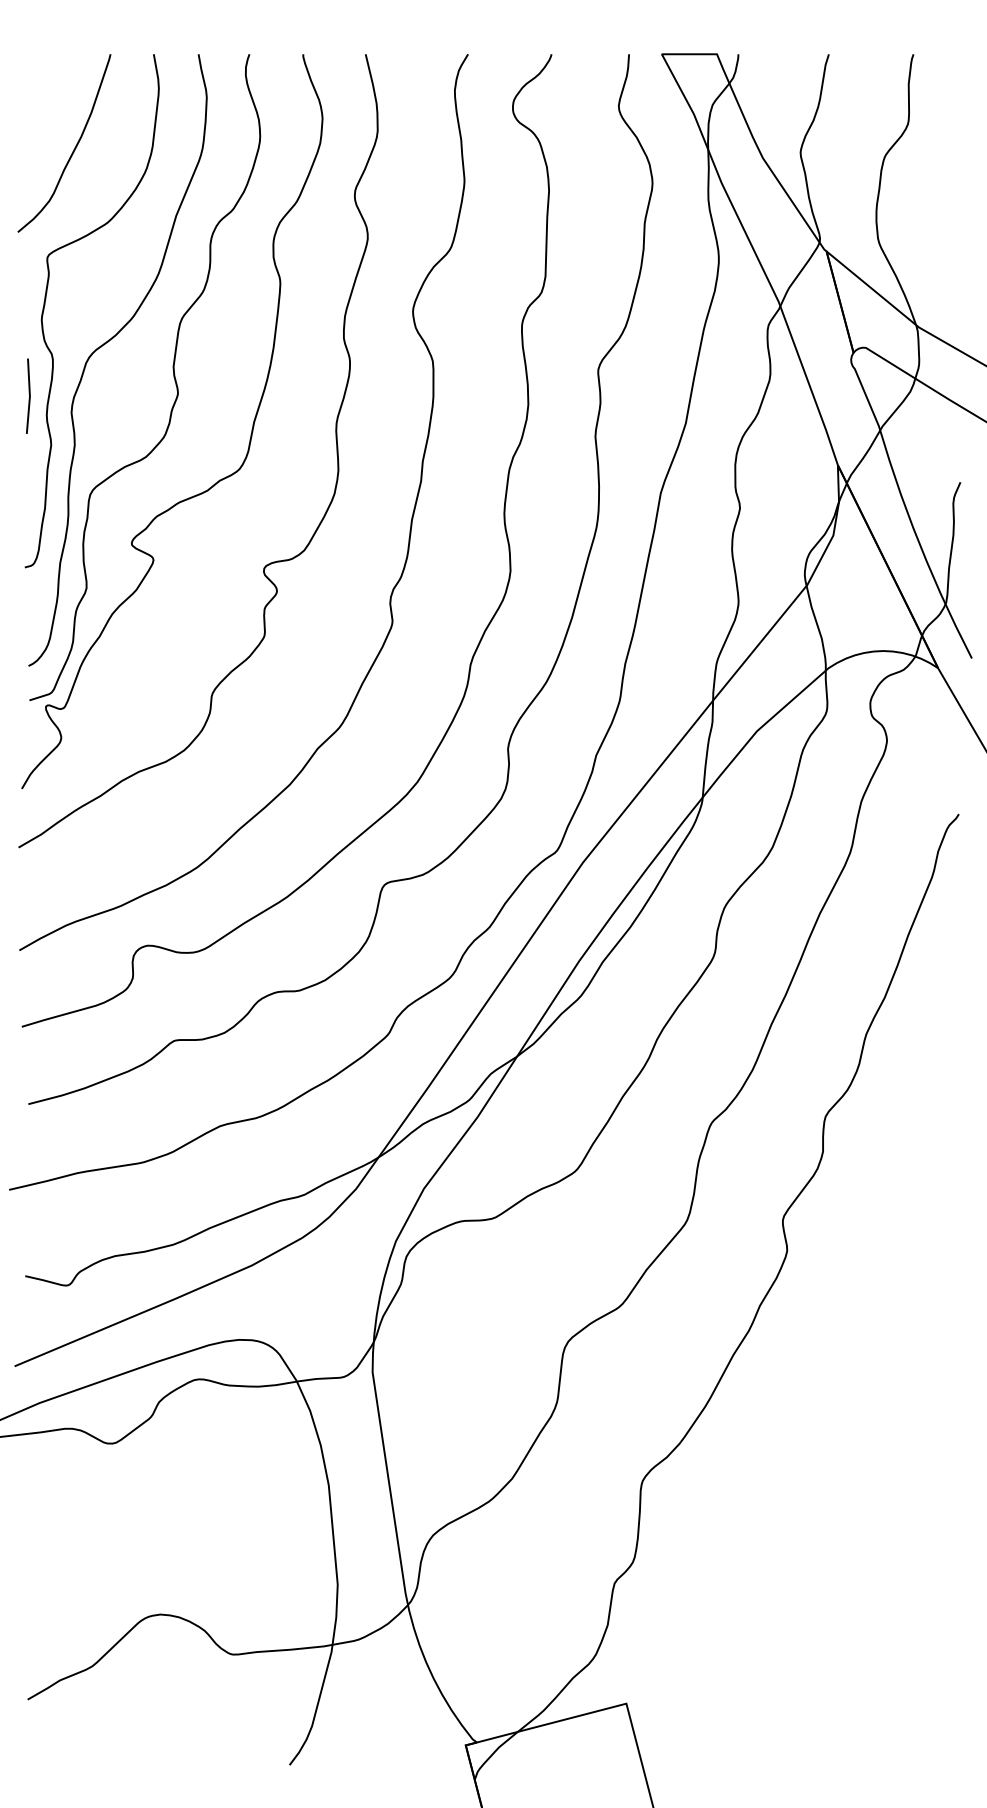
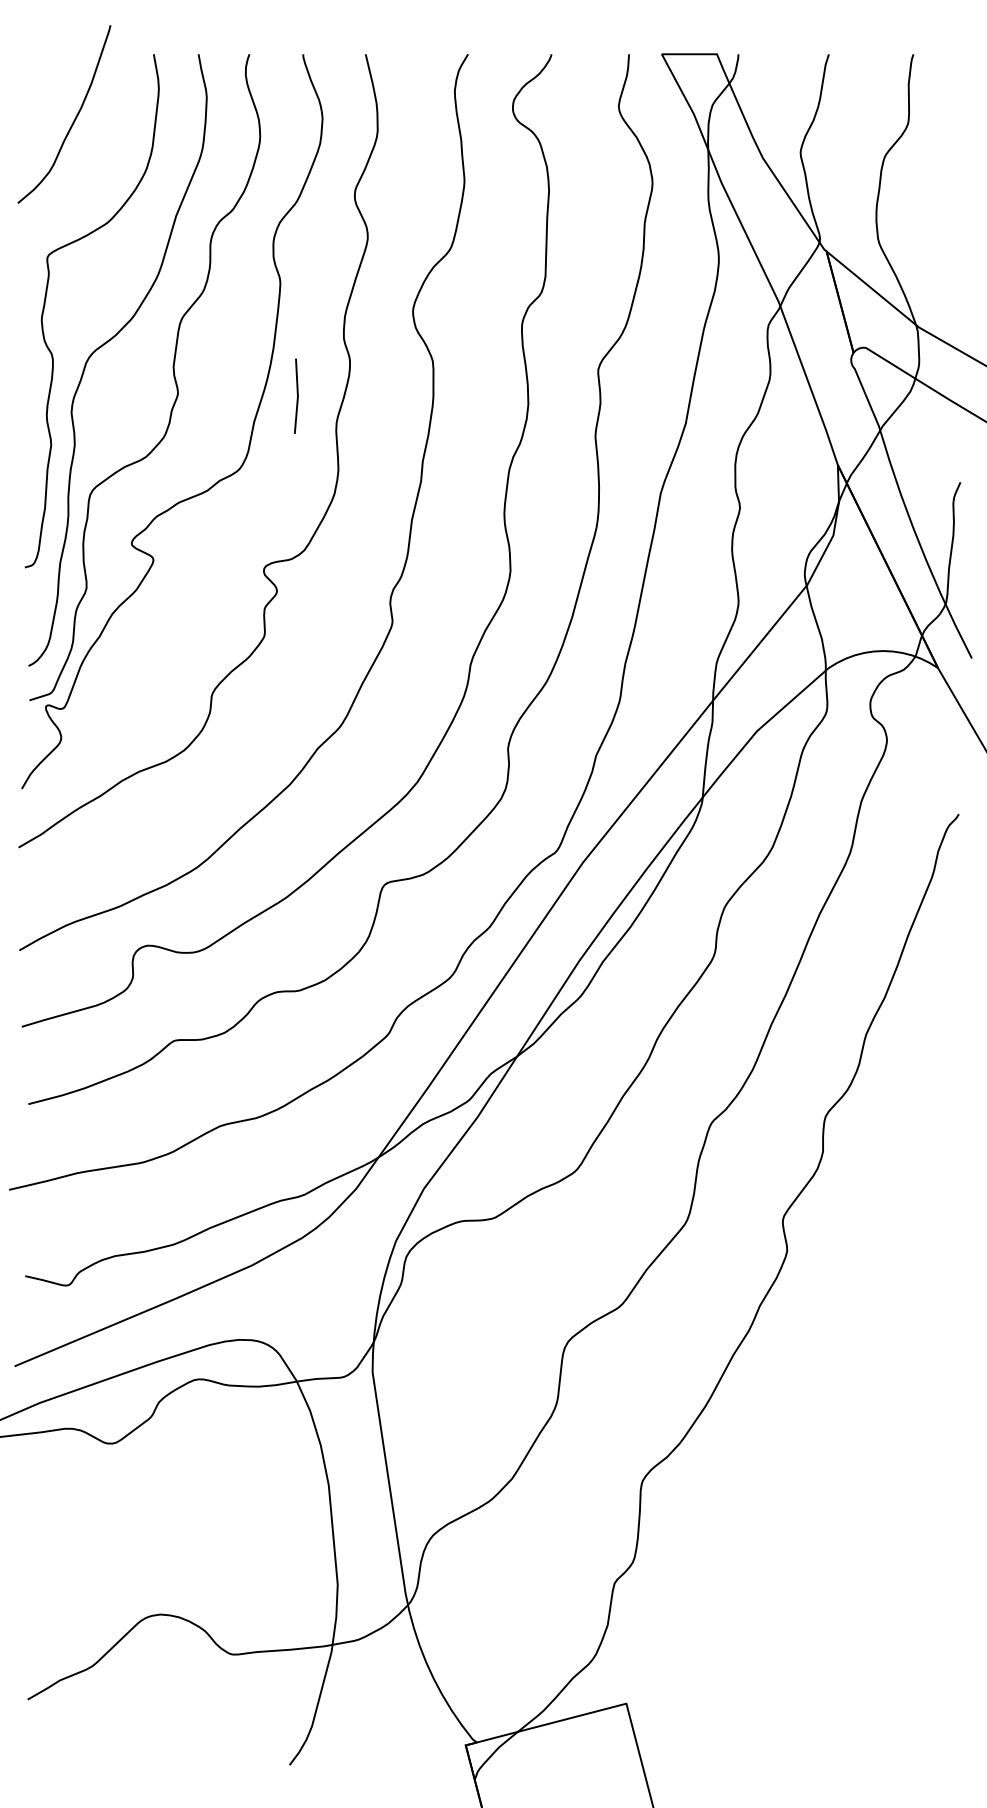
curve at (74, 147) position: (74, 147) -> (74, 118)
line at (29, 395) position: (29, 395) -> (297, 395)
